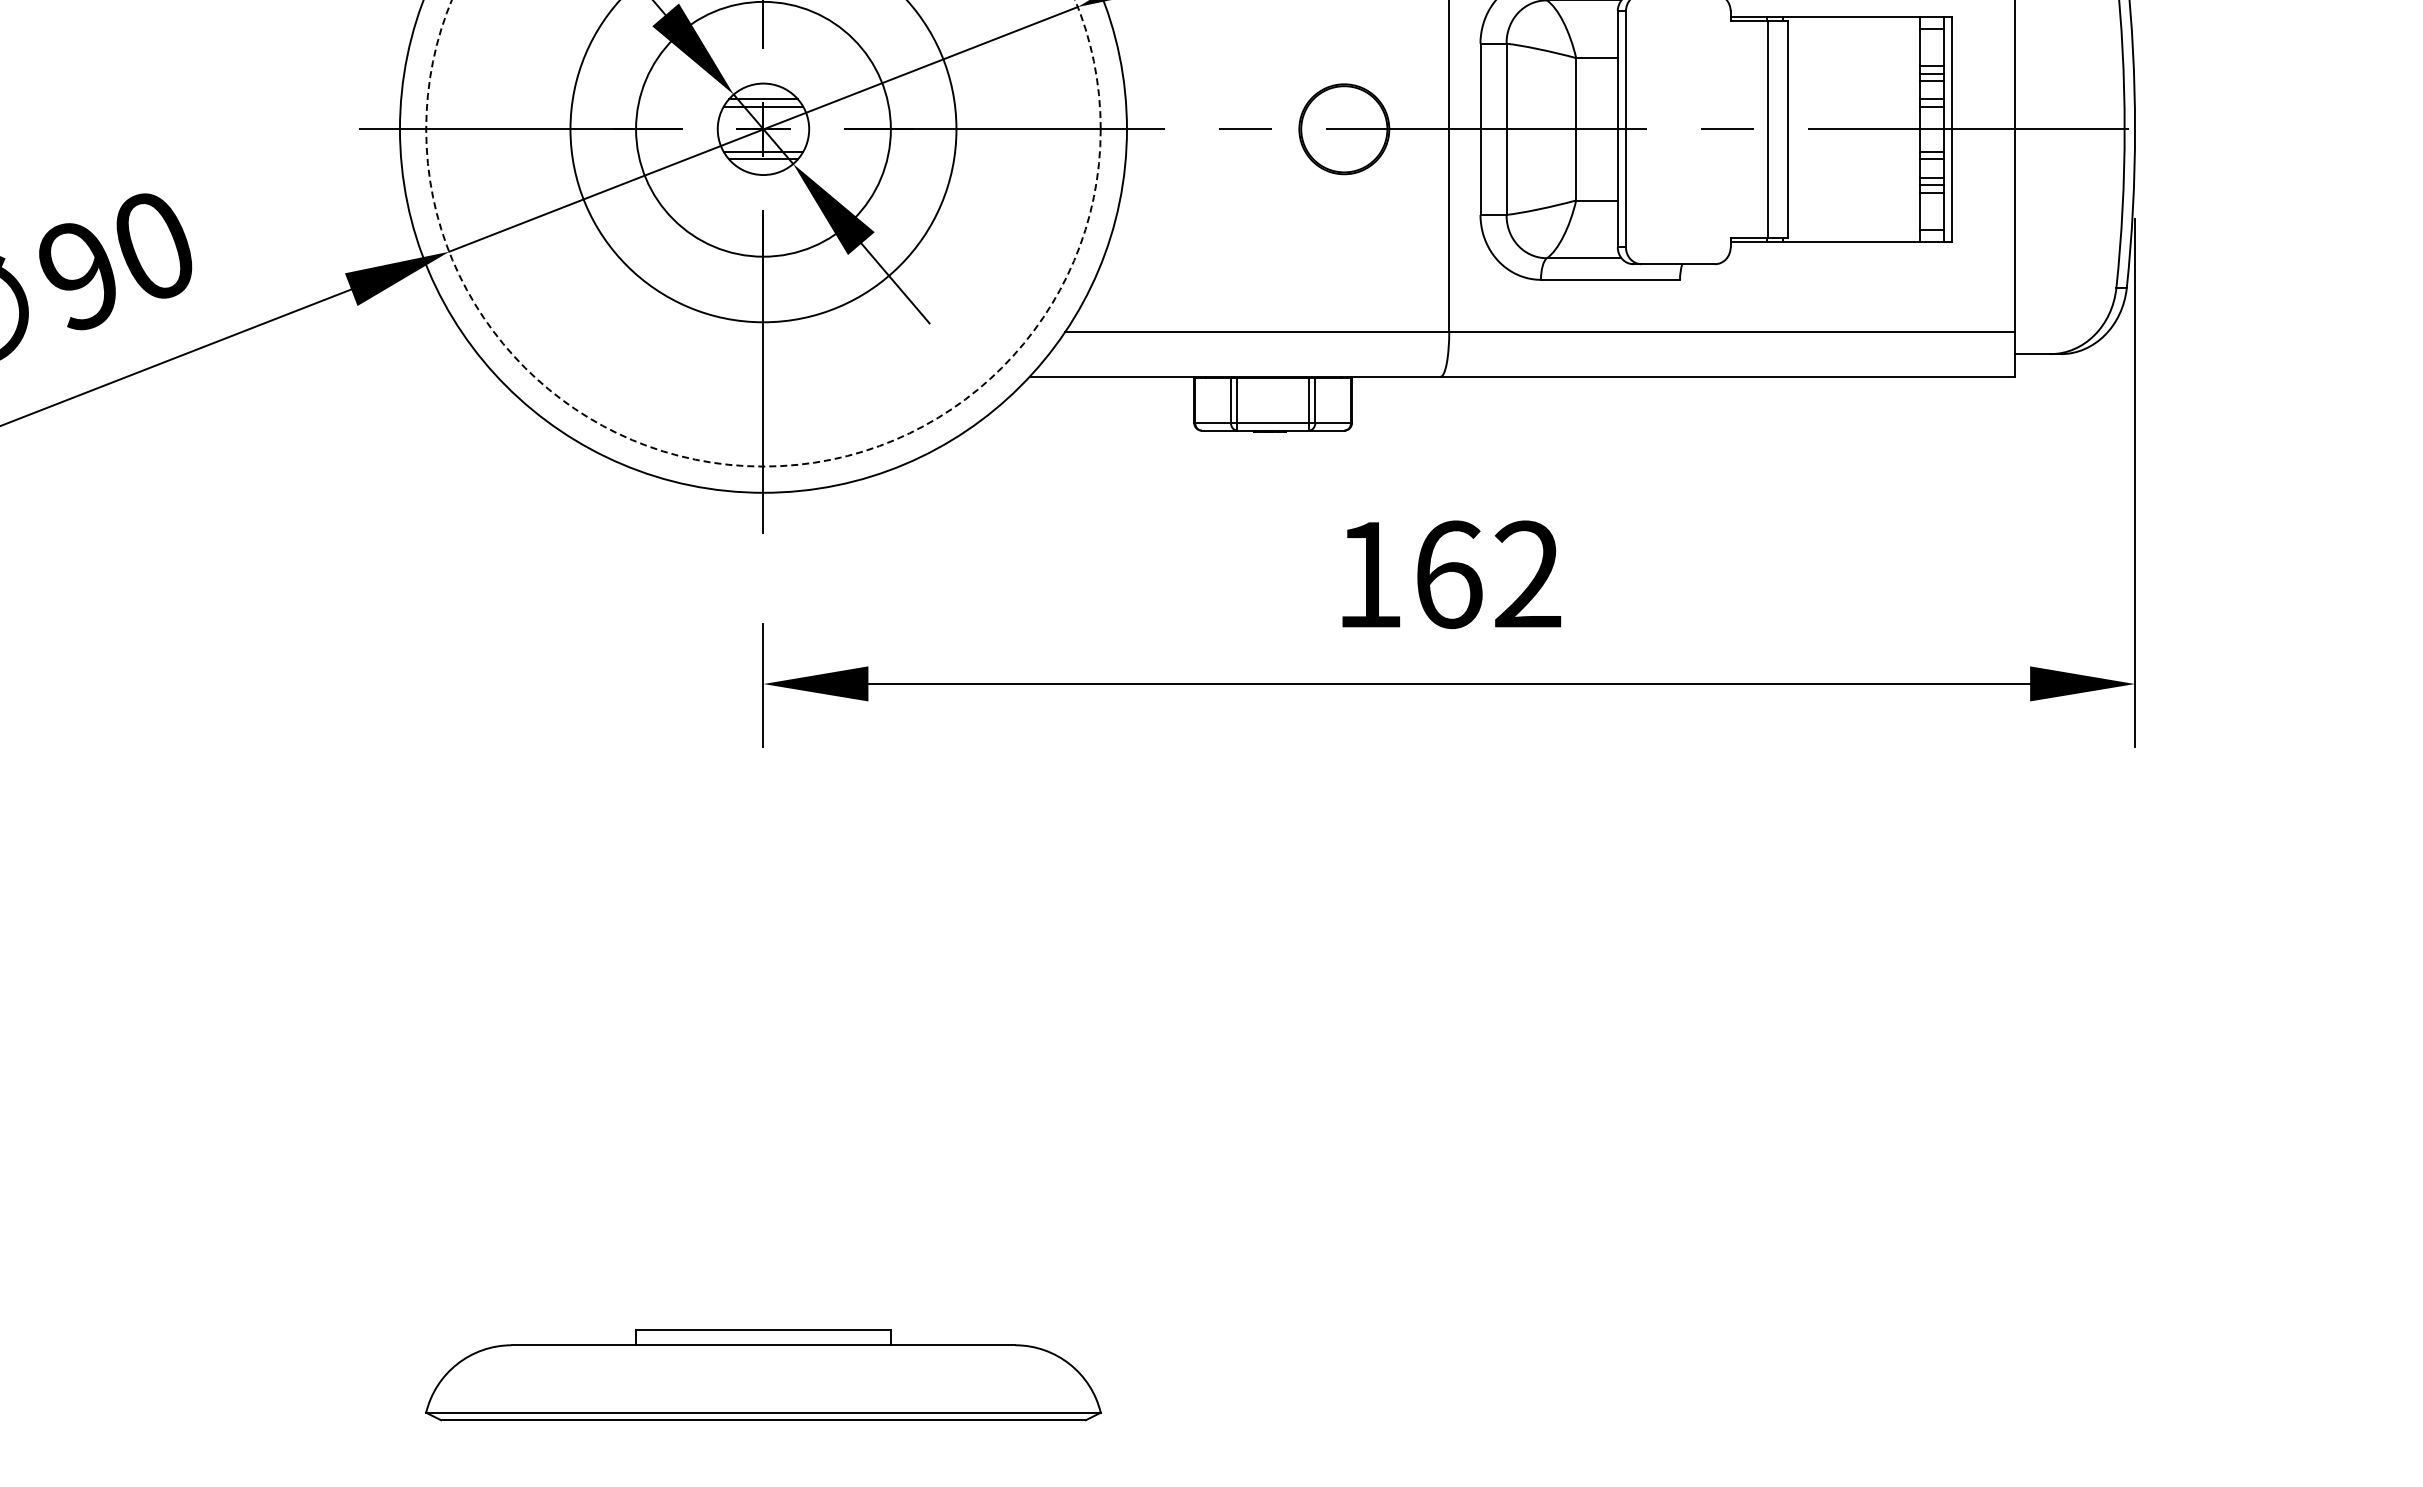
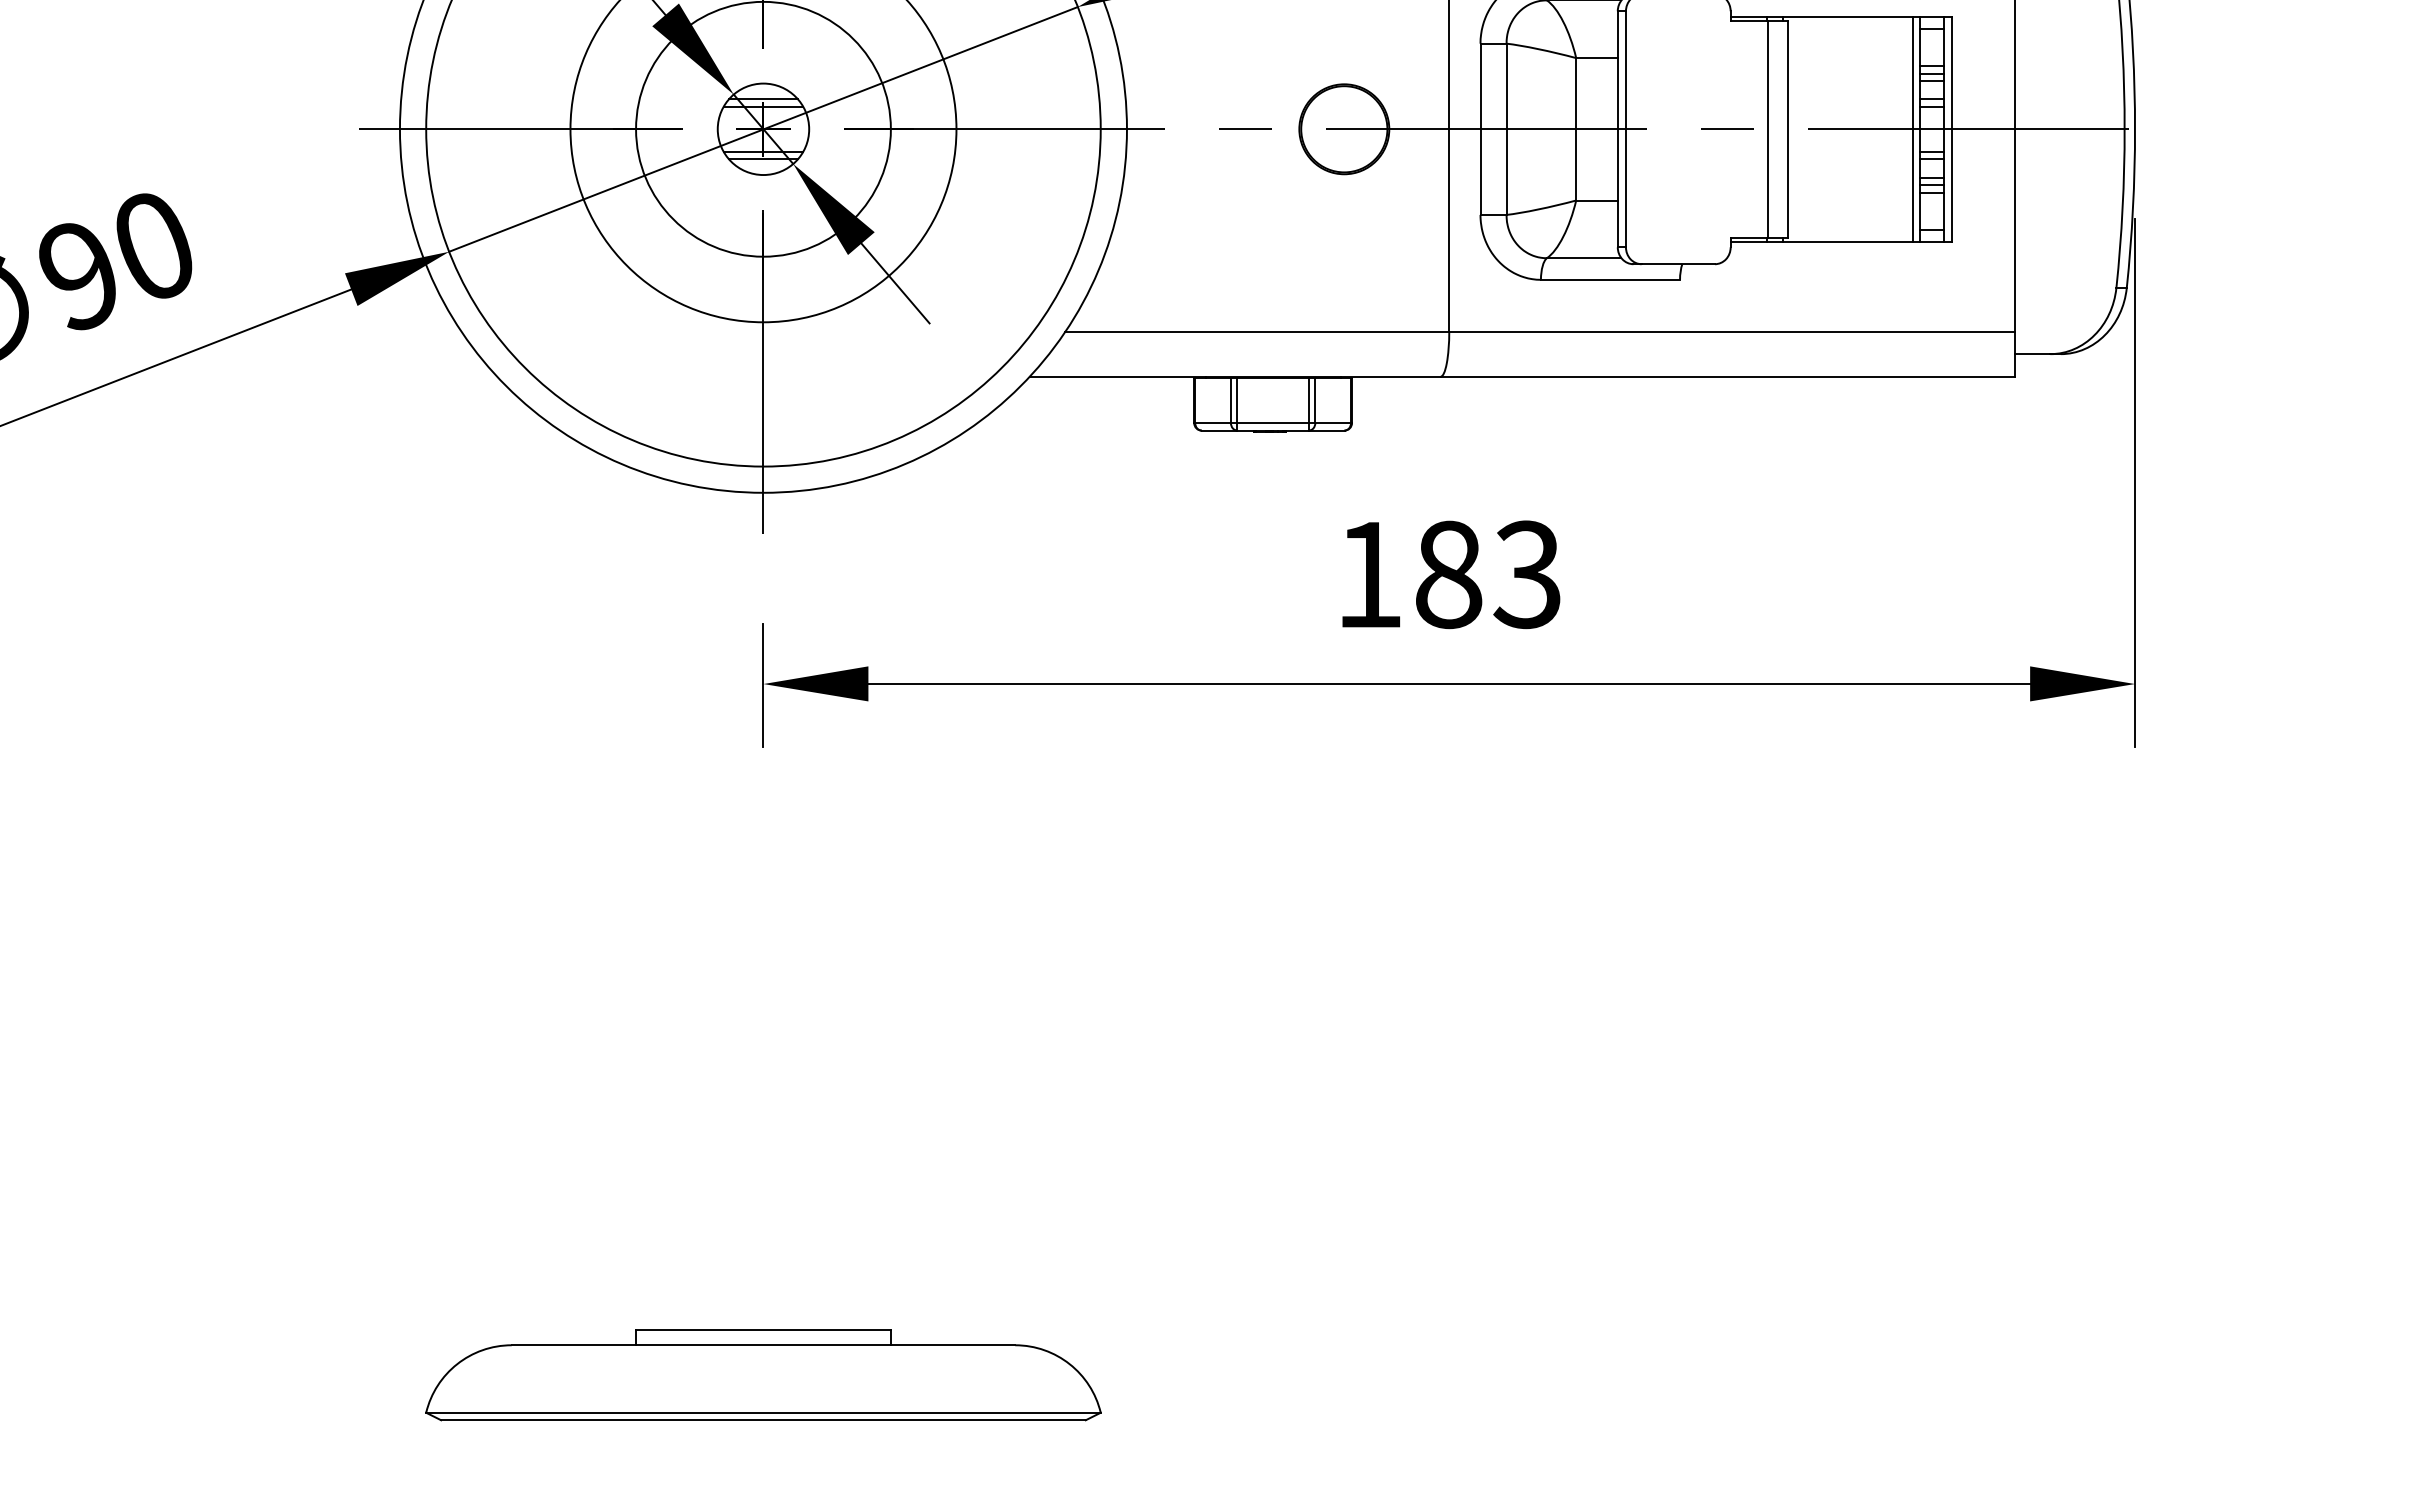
line at (1912, 129): none -> present
circle at (763, 233): dashed -> solid
text at (1488, 574): 162 -> 183
